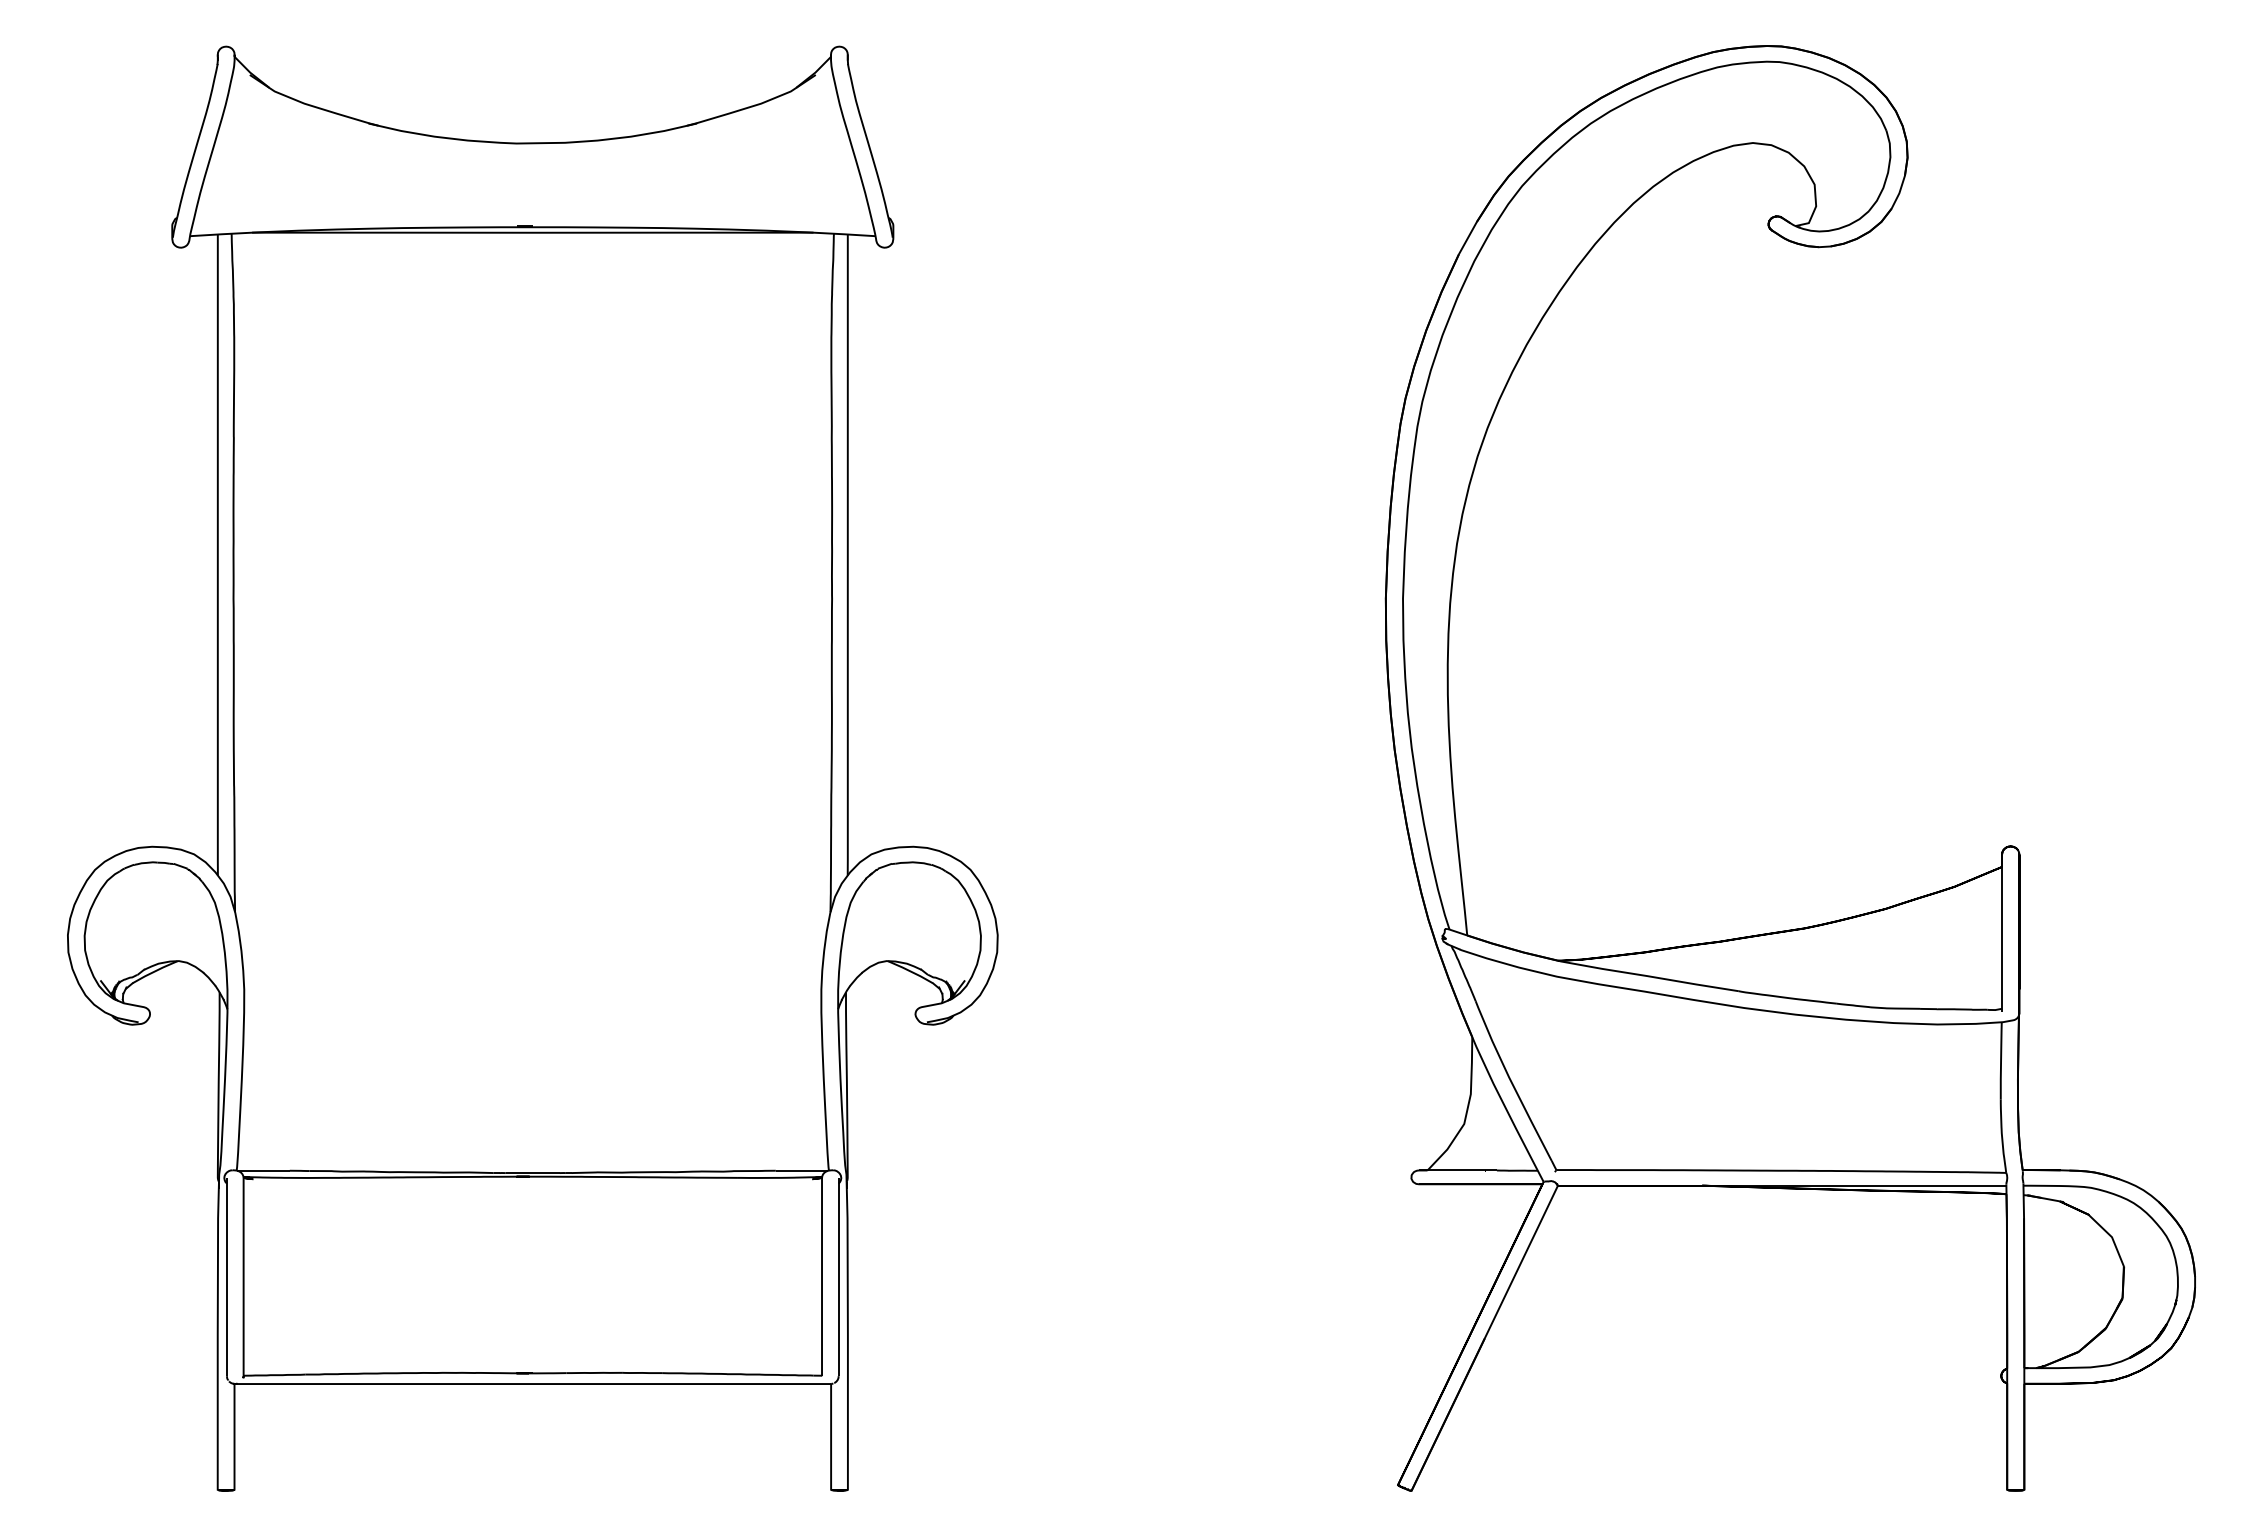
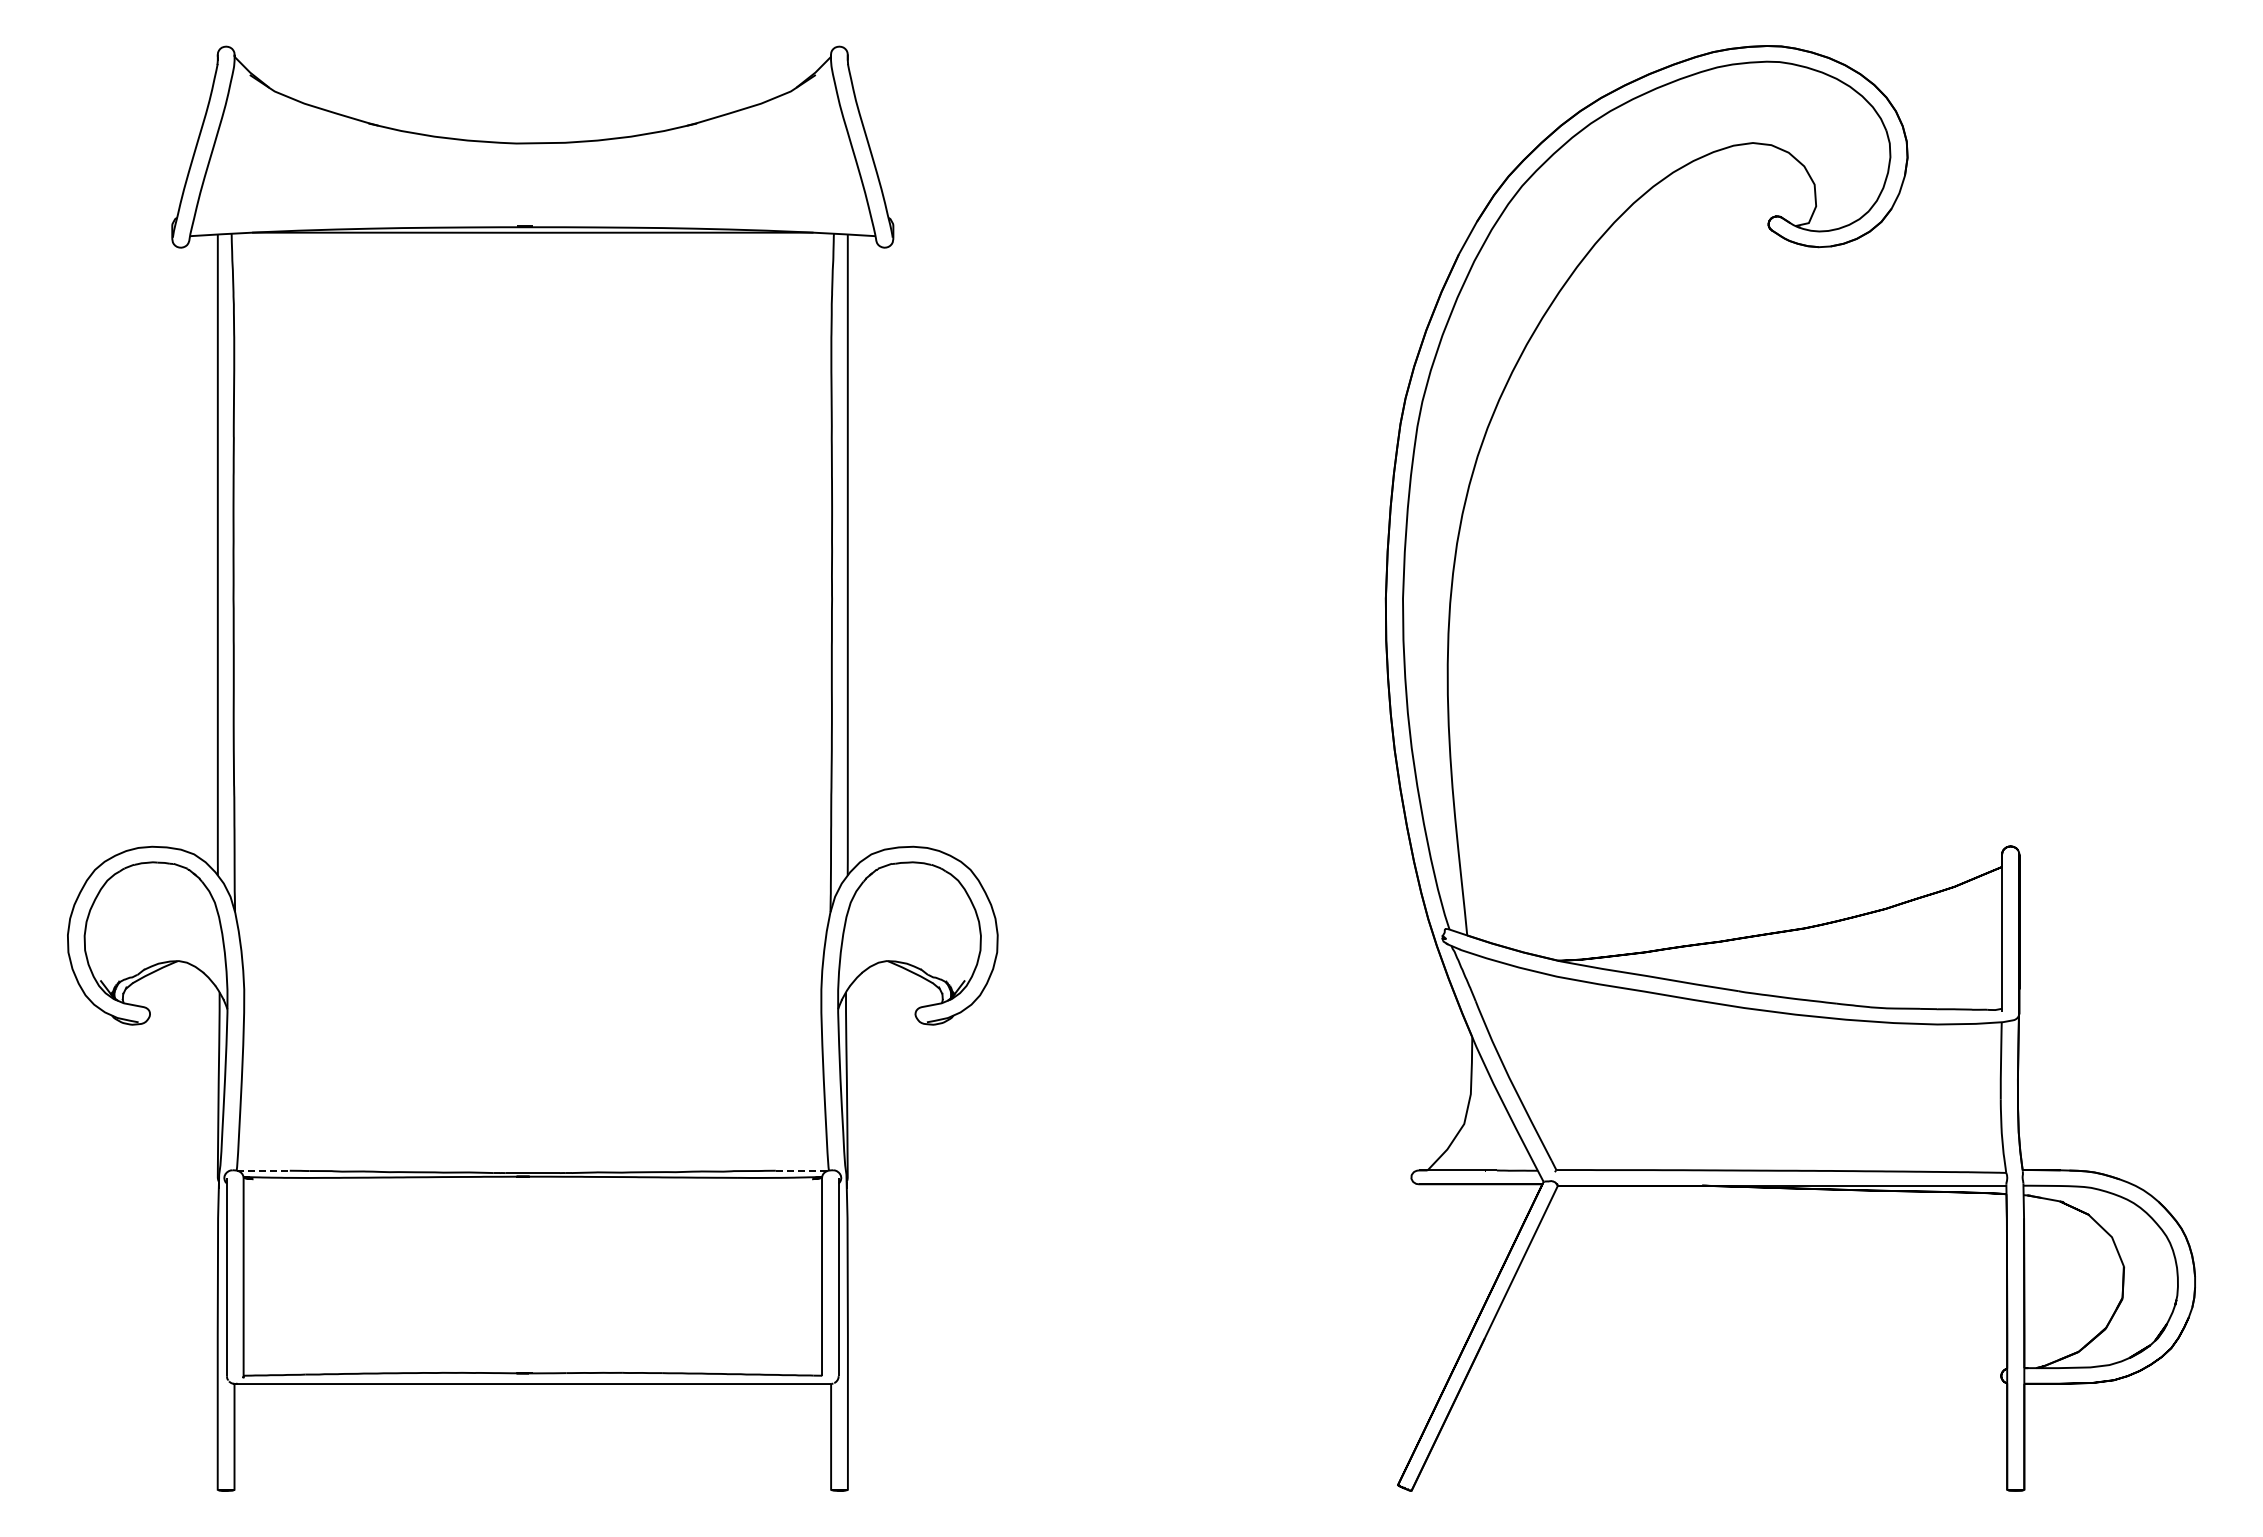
line at (264, 1170): solid -> dashed
line at (801, 1170): solid -> dashed
